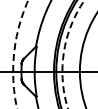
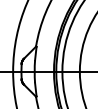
circle at (20, 54): dashed -> solid
circle at (73, 54): dashed -> solid
